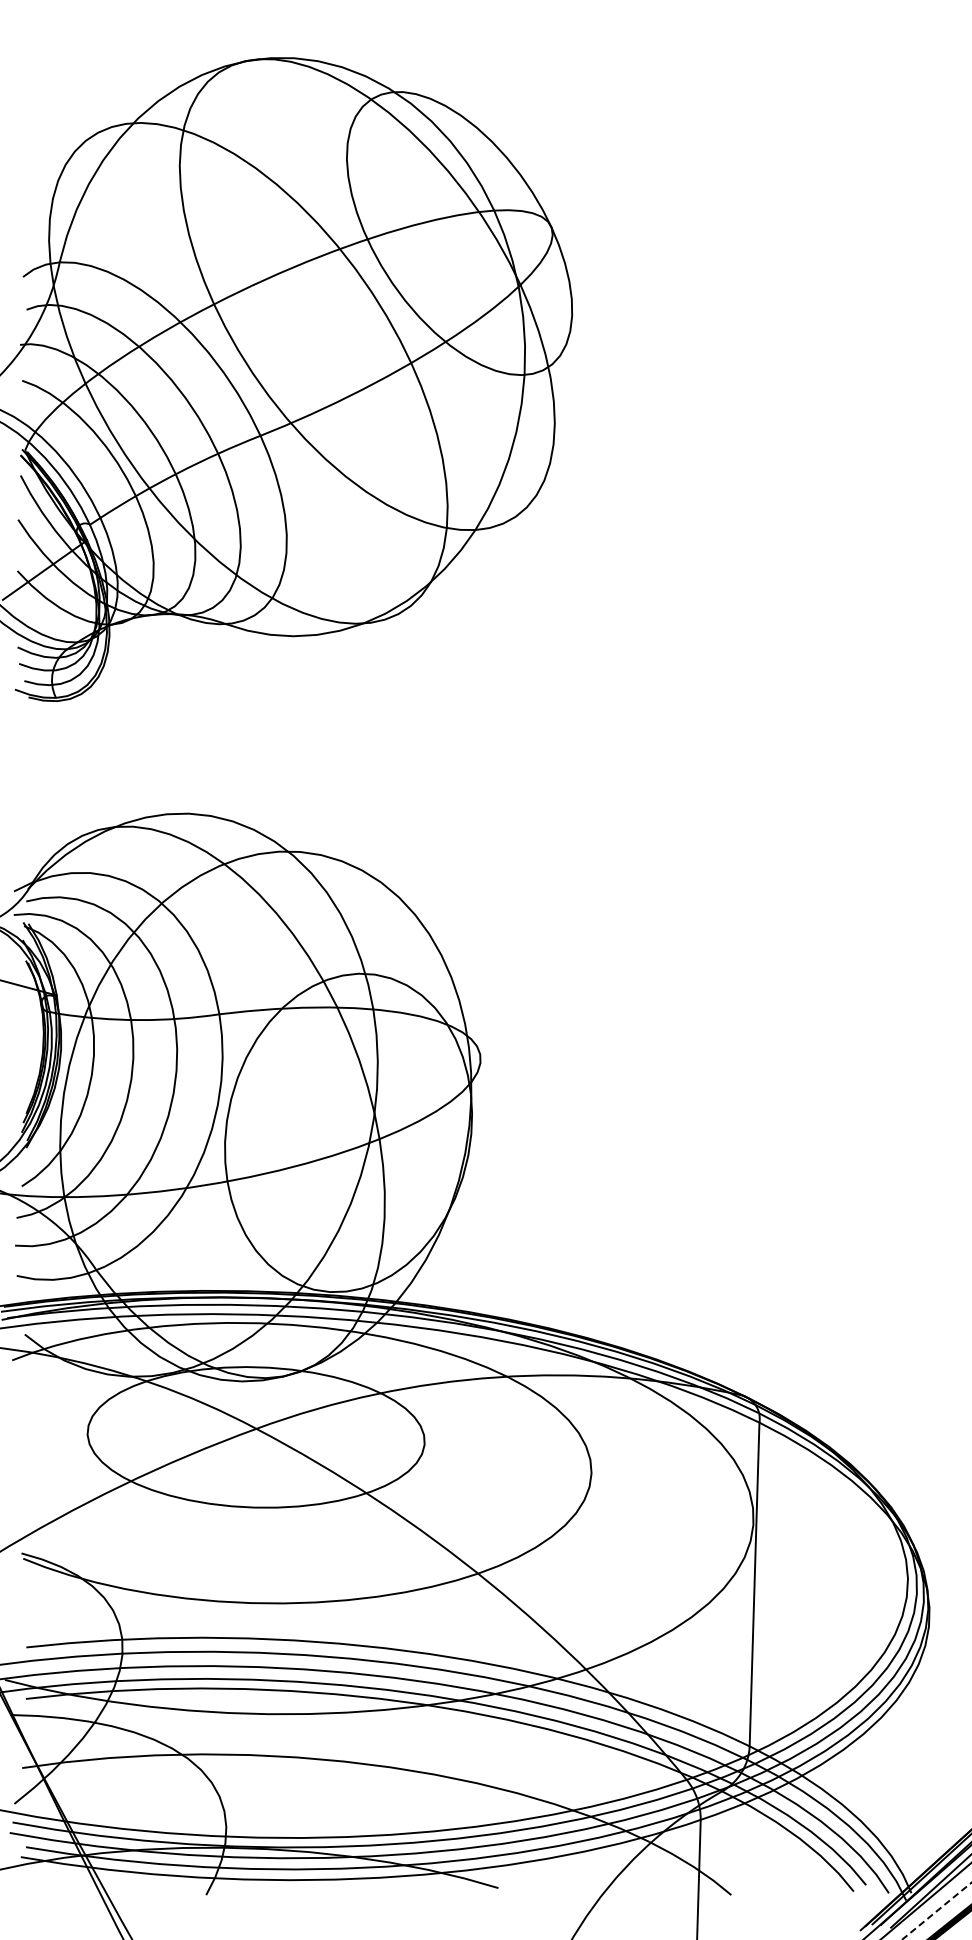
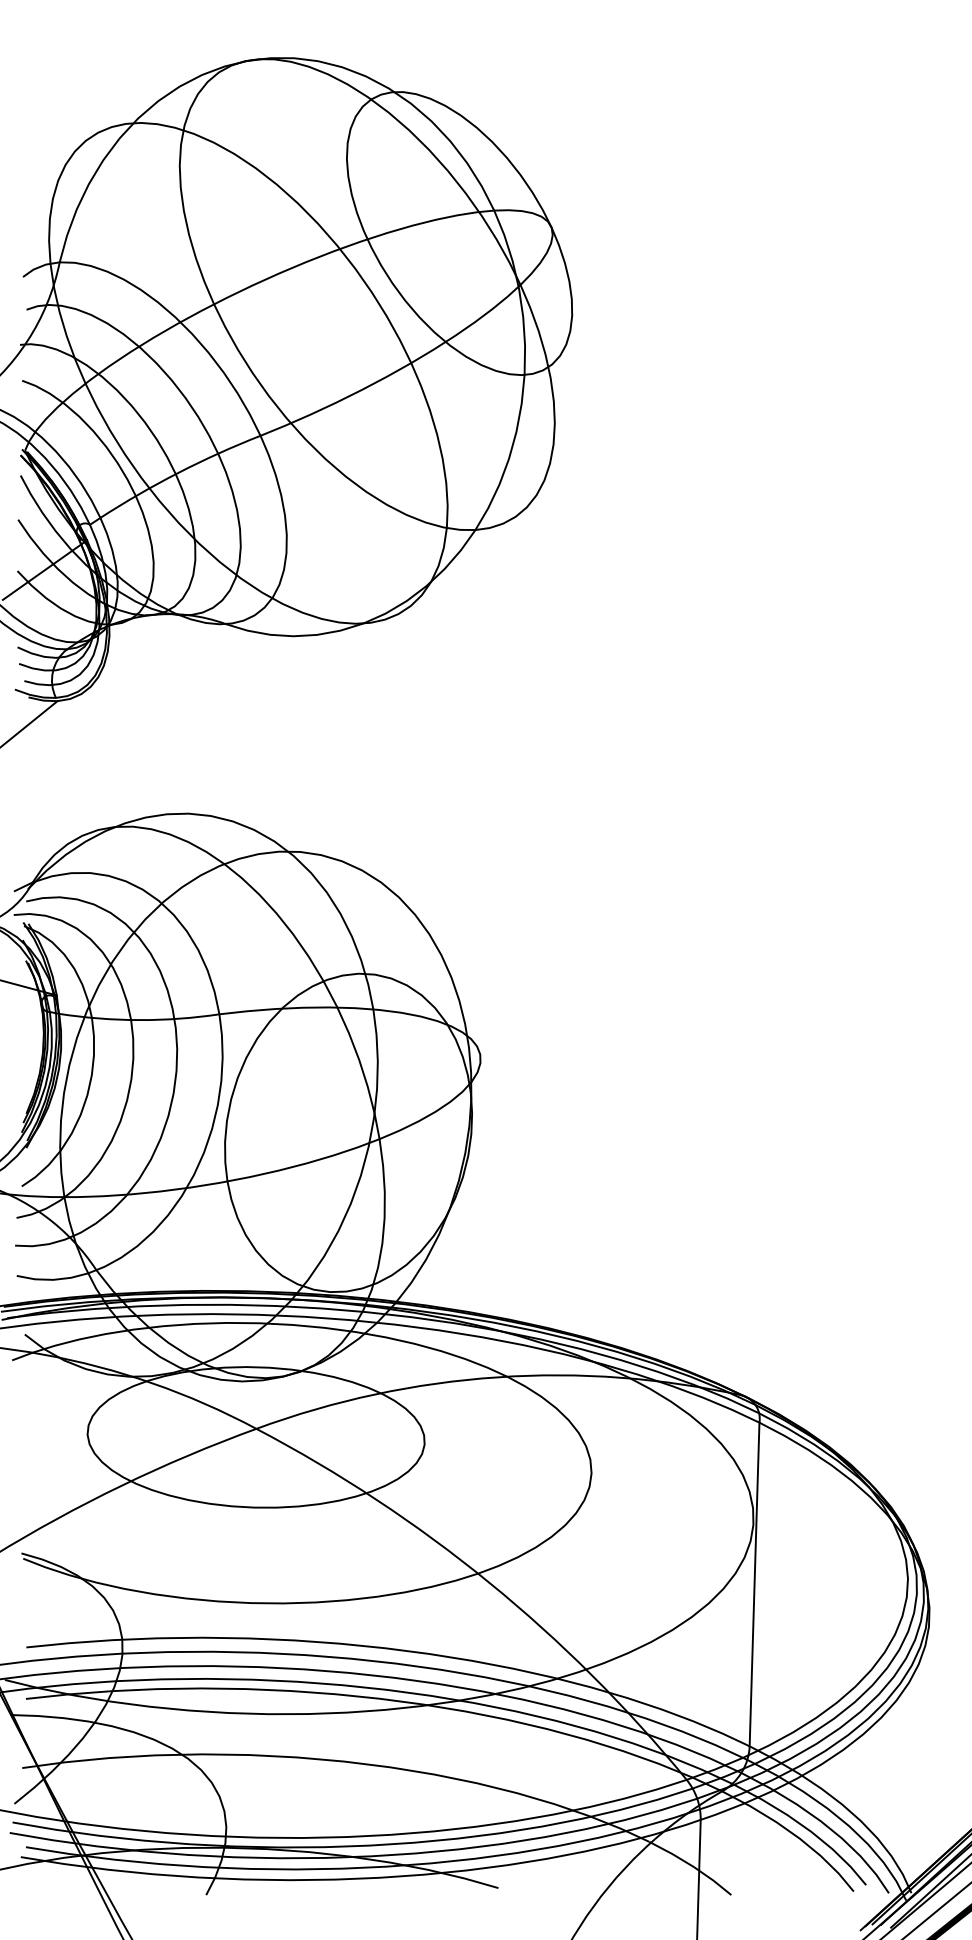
line at (29, 723): none -> present
arc at (936, 1911): dashed -> solid
